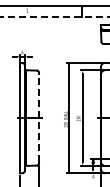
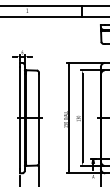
line at (54, 16): dashed -> solid
line at (39, 118): dashed -> solid
